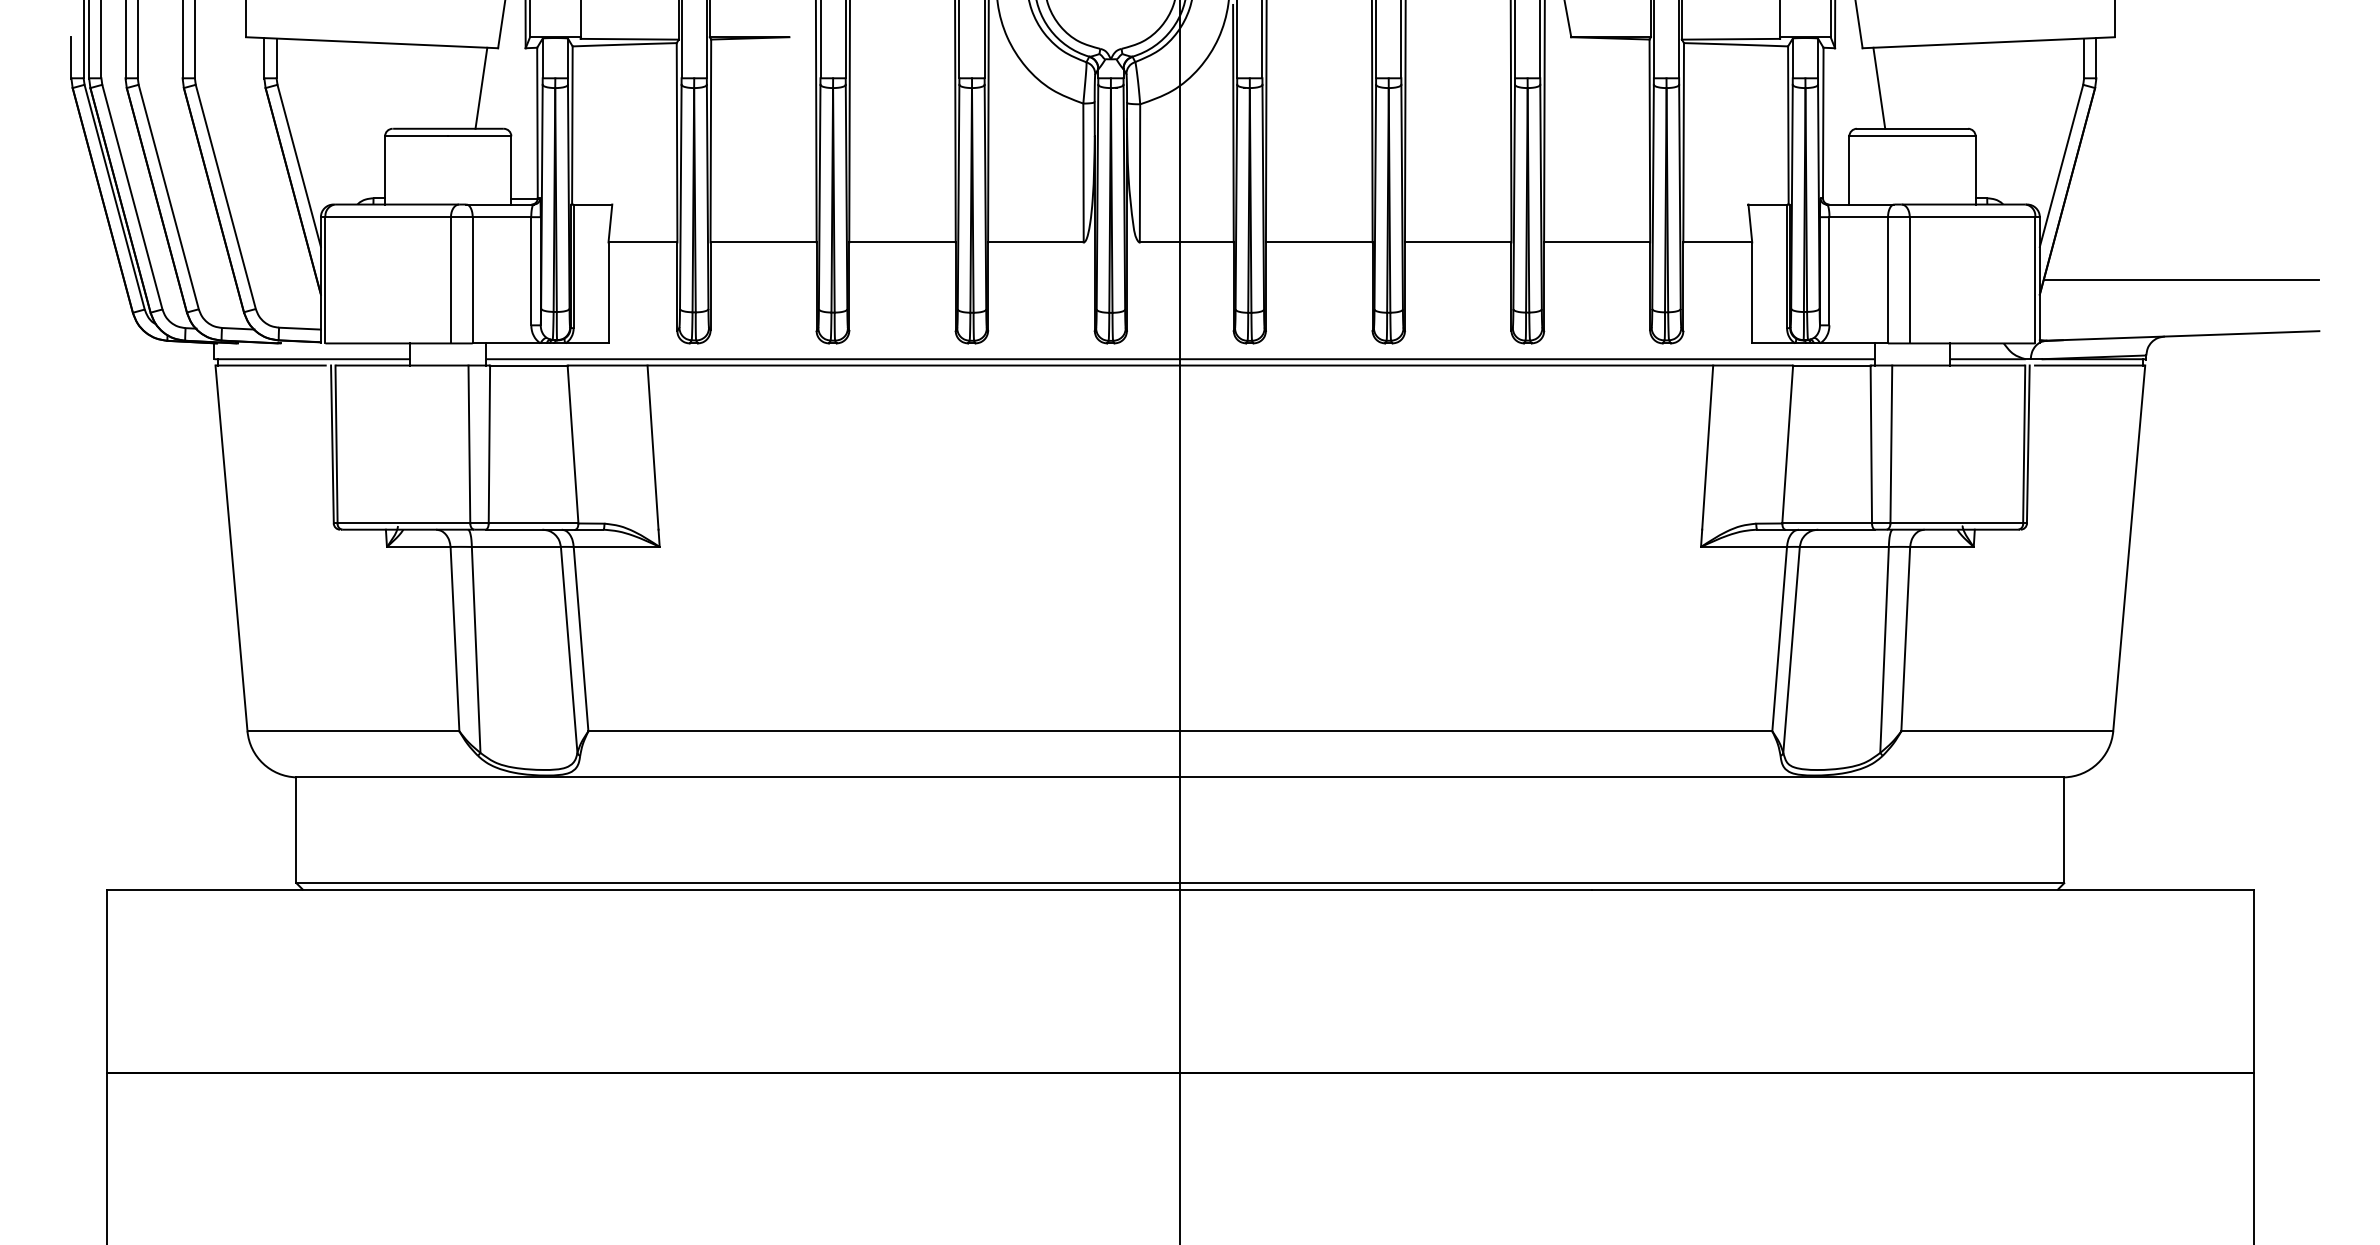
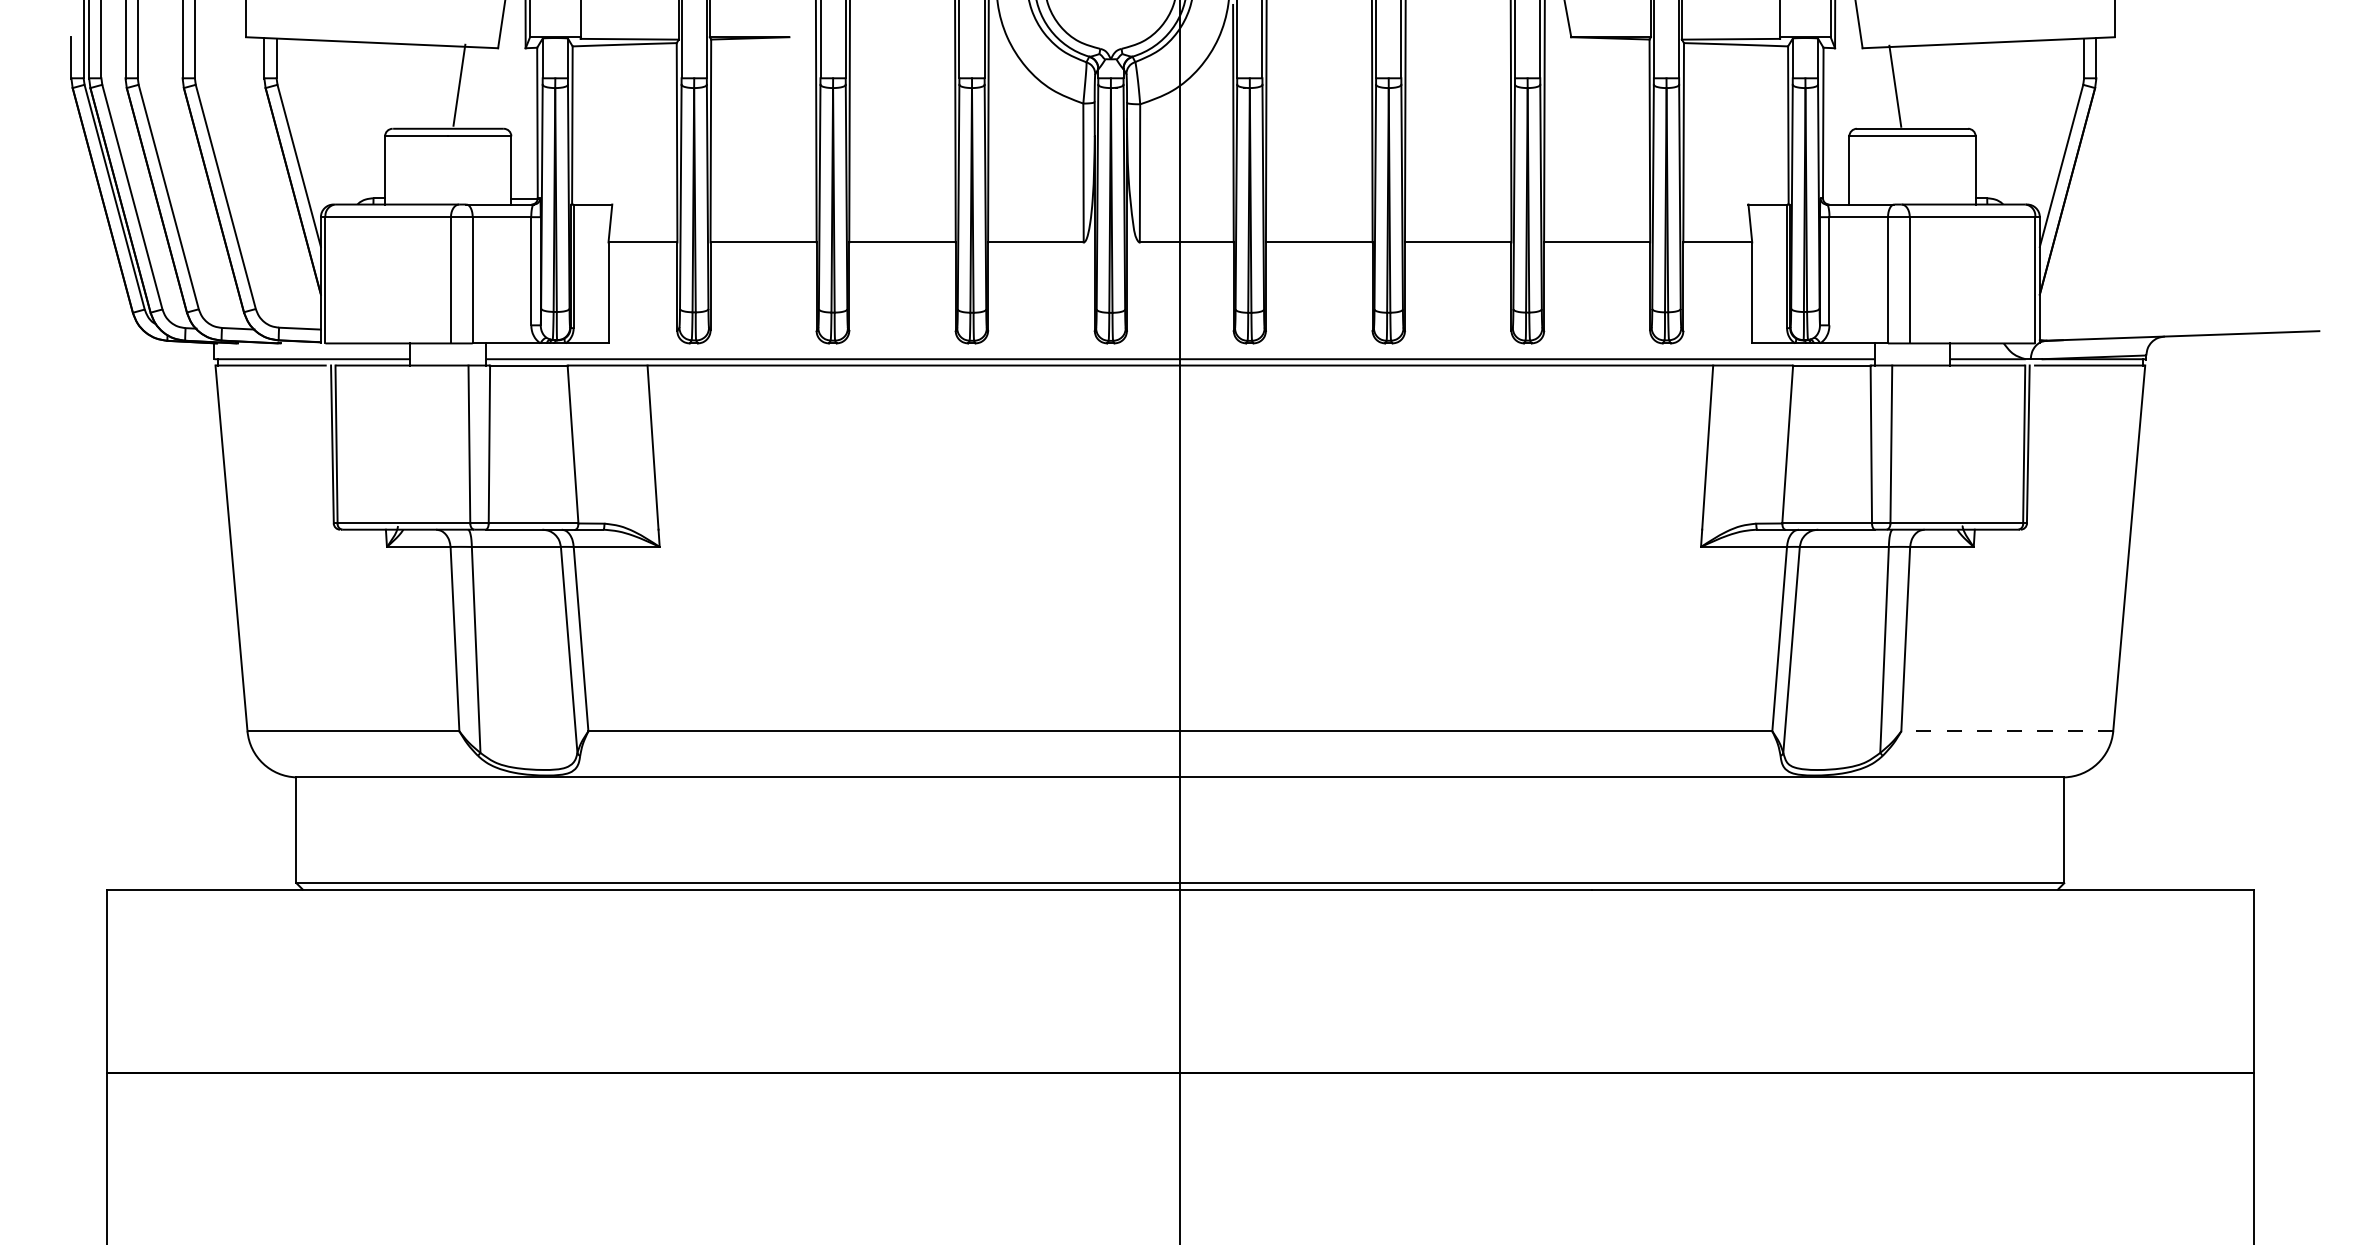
line at (481, 87) position: (481, 87) -> (459, 84)
line at (1879, 87) position: (1879, 87) -> (1895, 85)
line at (2181, 280): present -> none
line at (2007, 731): solid -> dashed
